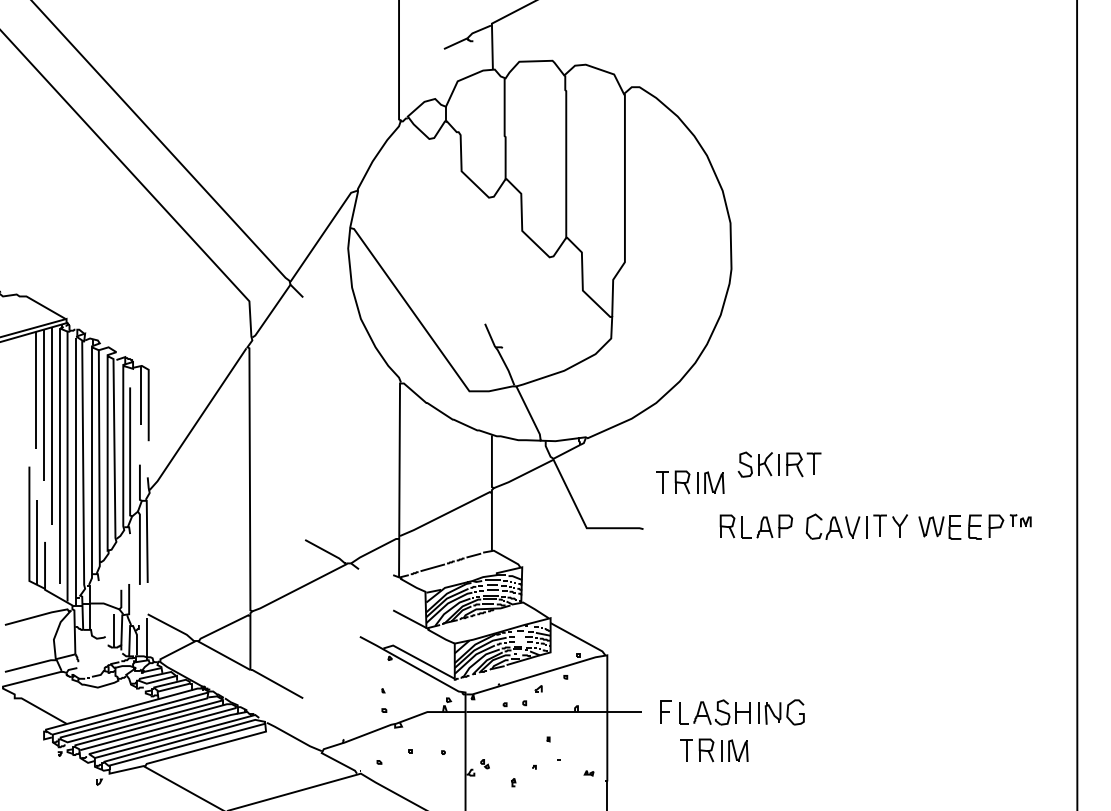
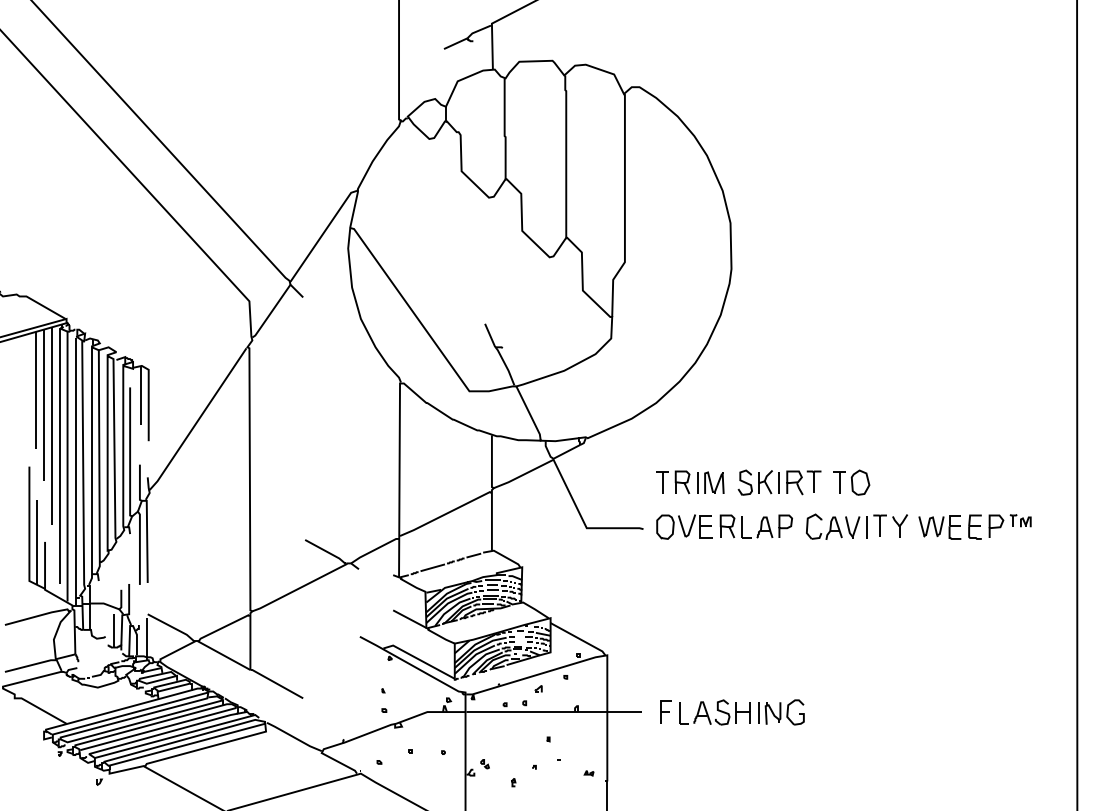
part at (779, 464) position: (779, 464) -> (779, 482)
part at (851, 482): none -> present
part at (684, 526): none -> present
part at (714, 750): present -> none
